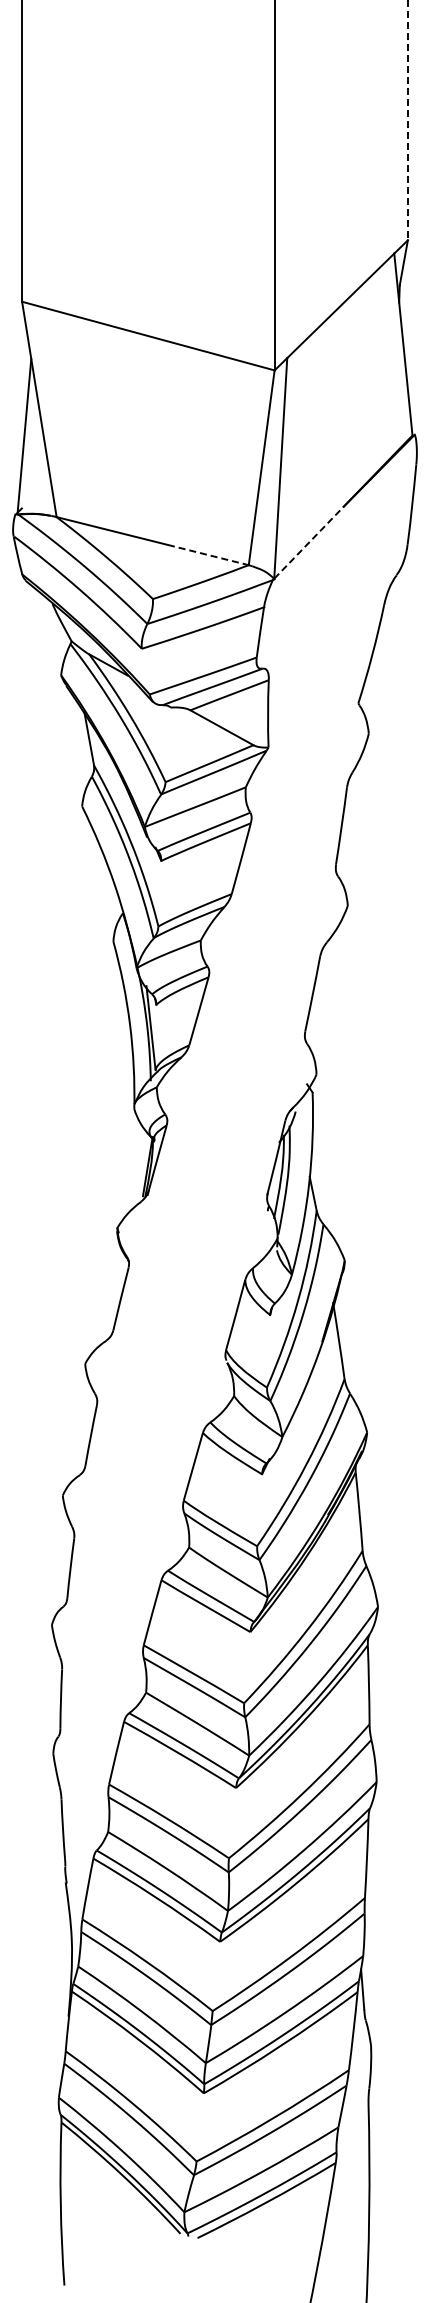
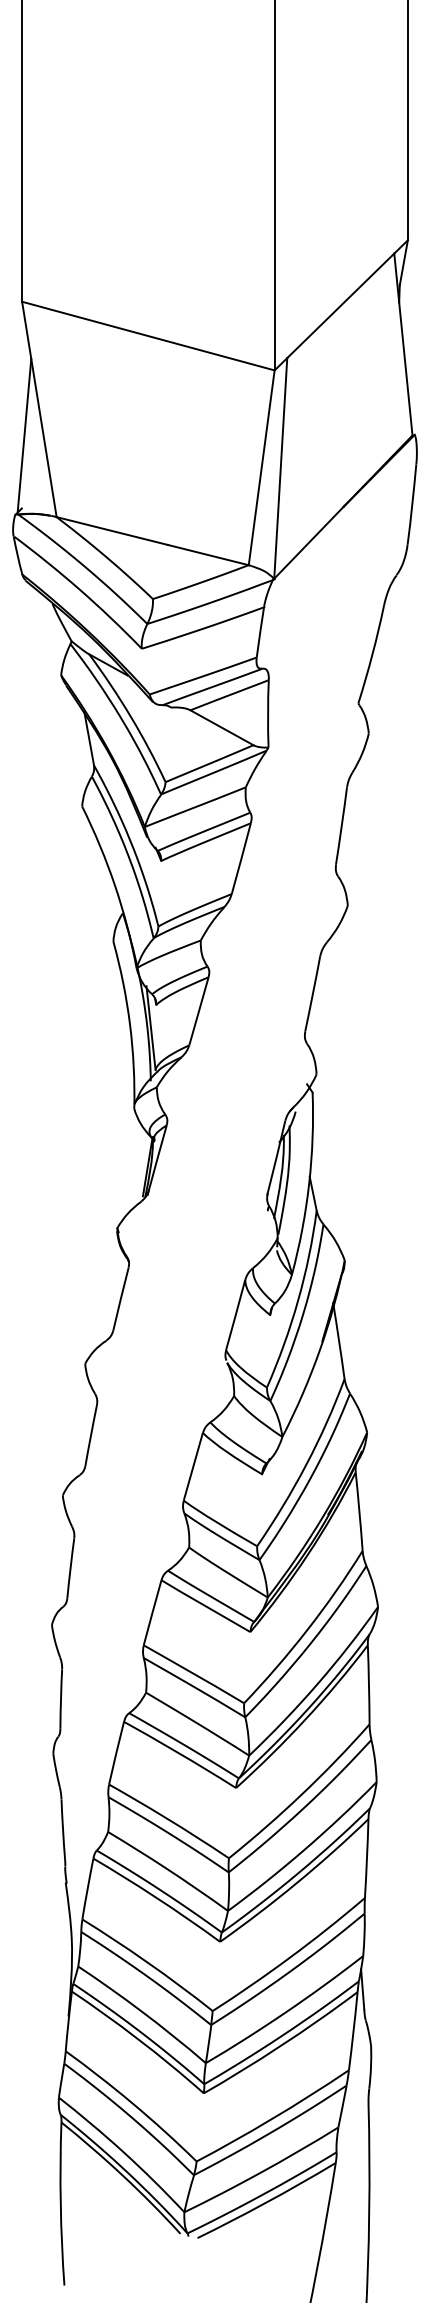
line at (407, 120): dashed -> solid
line at (309, 542): dashed -> solid
line at (208, 555): dashed -> solid
